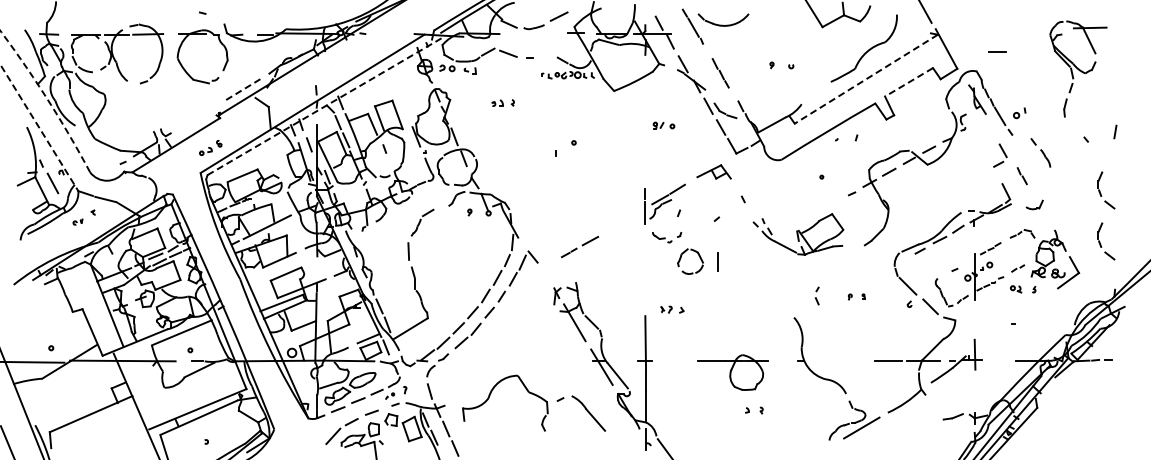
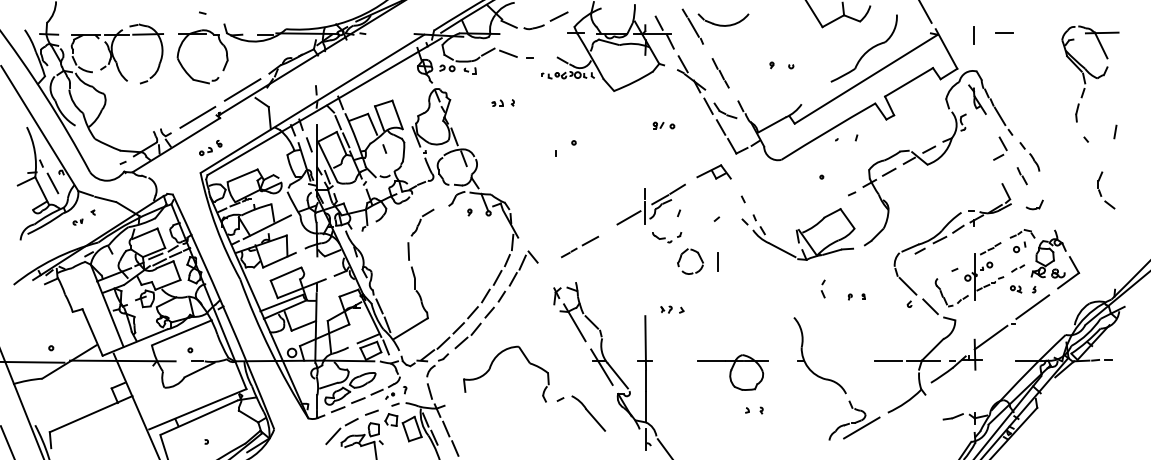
line at (973, 35): none -> present
line at (997, 51) position: (997, 51) -> (1004, 32)
part at (1078, 68) position: (1078, 68) -> (1090, 73)
line at (865, 79): dashed -> solid
line at (909, 82): dashed -> solid
line at (242, 89): dashed -> solid
arc at (47, 99): dashed -> solid
line at (324, 106): dashed -> solid
part at (1019, 113) position: (1019, 113) -> (1019, 247)
line at (197, 117): none -> present
line at (40, 128): dashed -> solid
part at (1040, 152) position: (1040, 152) -> (1029, 156)
part at (1000, 155) position: (1000, 155) -> (1000, 148)
line at (628, 217): none -> present
part at (798, 234) size: 93x43 px -> 115x53 px
part at (1106, 241): present -> none
part at (816, 295) position: (816, 295) -> (822, 288)
line at (1032, 306): none -> present
line at (990, 337): none -> present
part at (490, 396) position: (490, 396) -> (491, 367)
